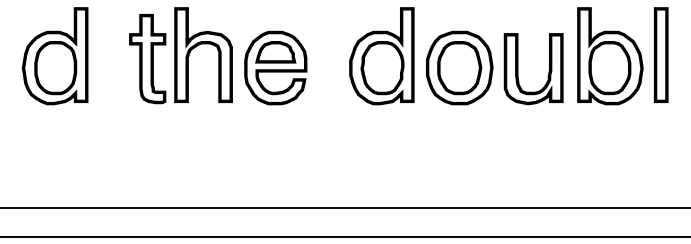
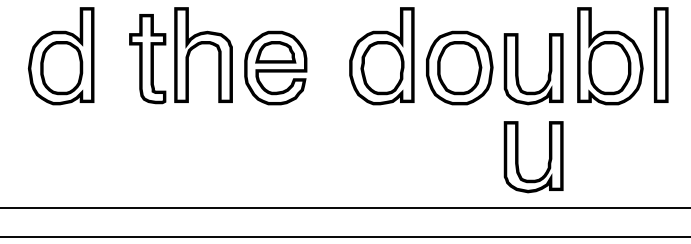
part at (55, 56) position: (55, 56) -> (61, 56)
part at (518, 157): none -> present
